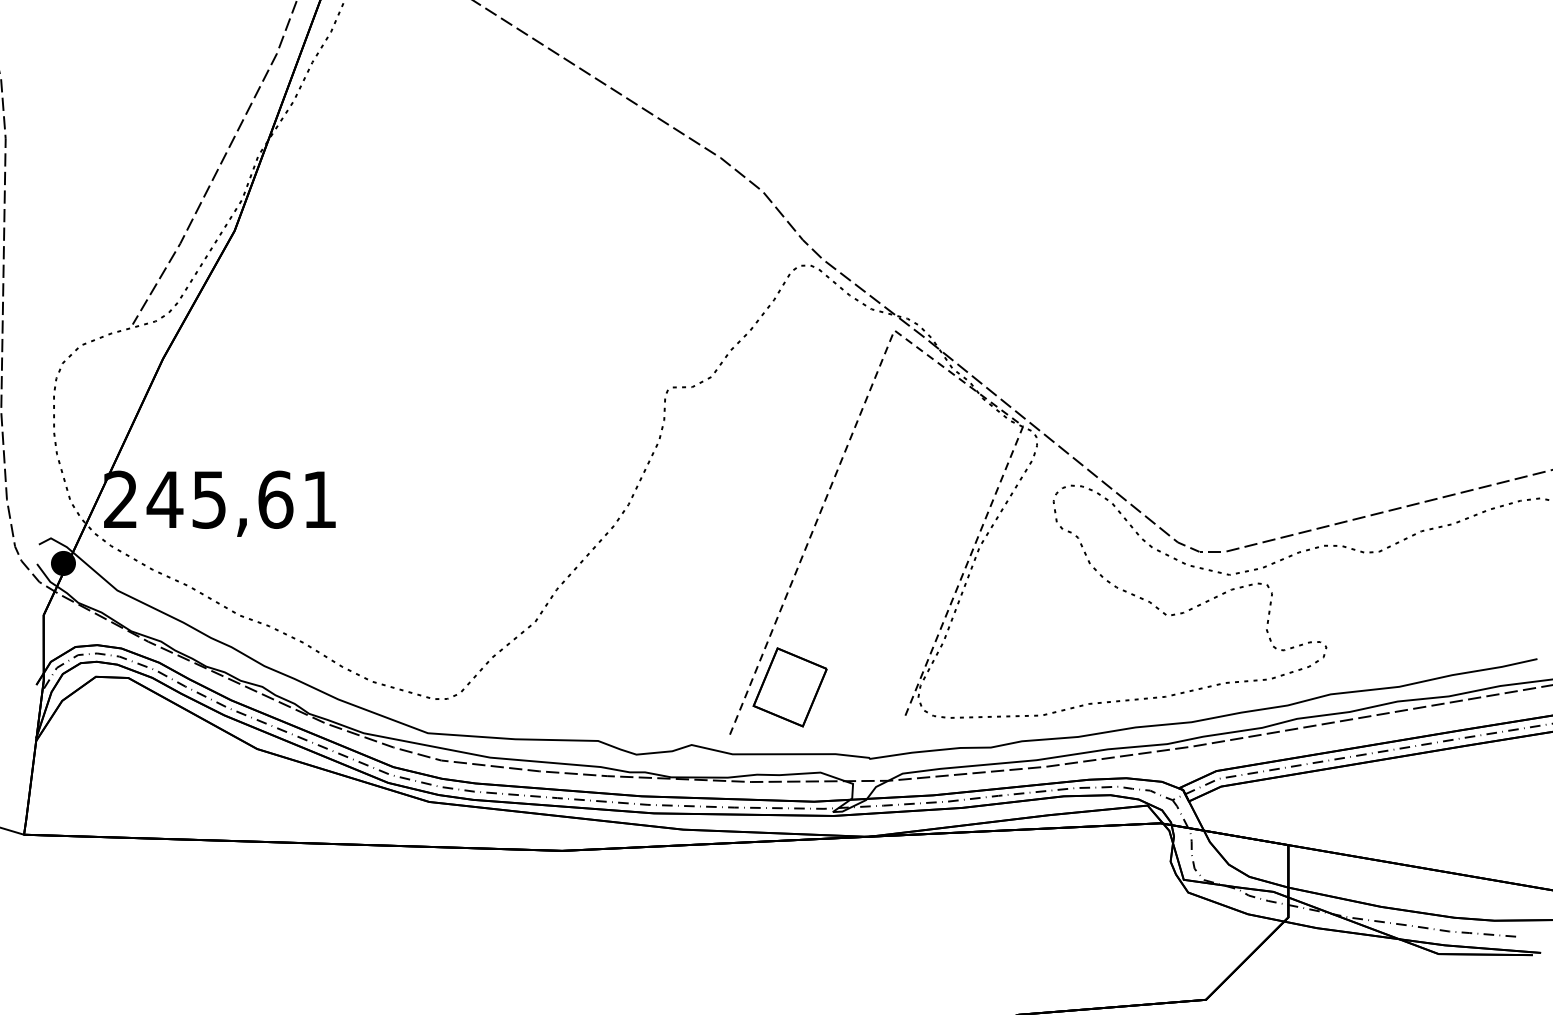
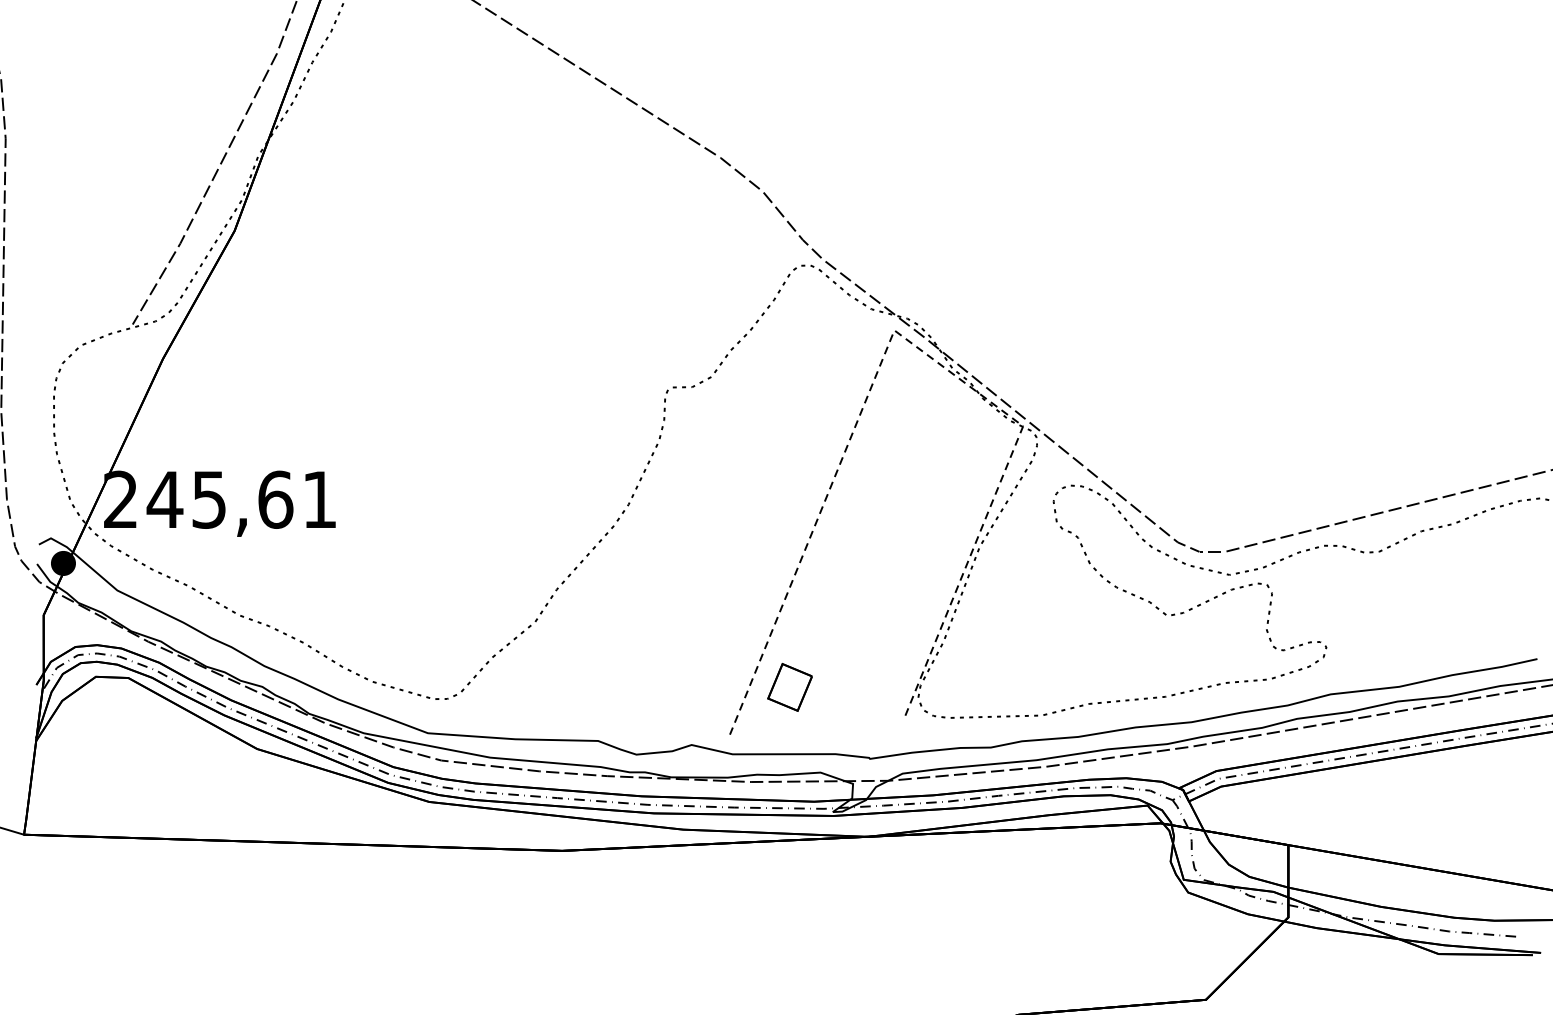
part at (789, 687) size: 76x81 px -> 46x49 px
